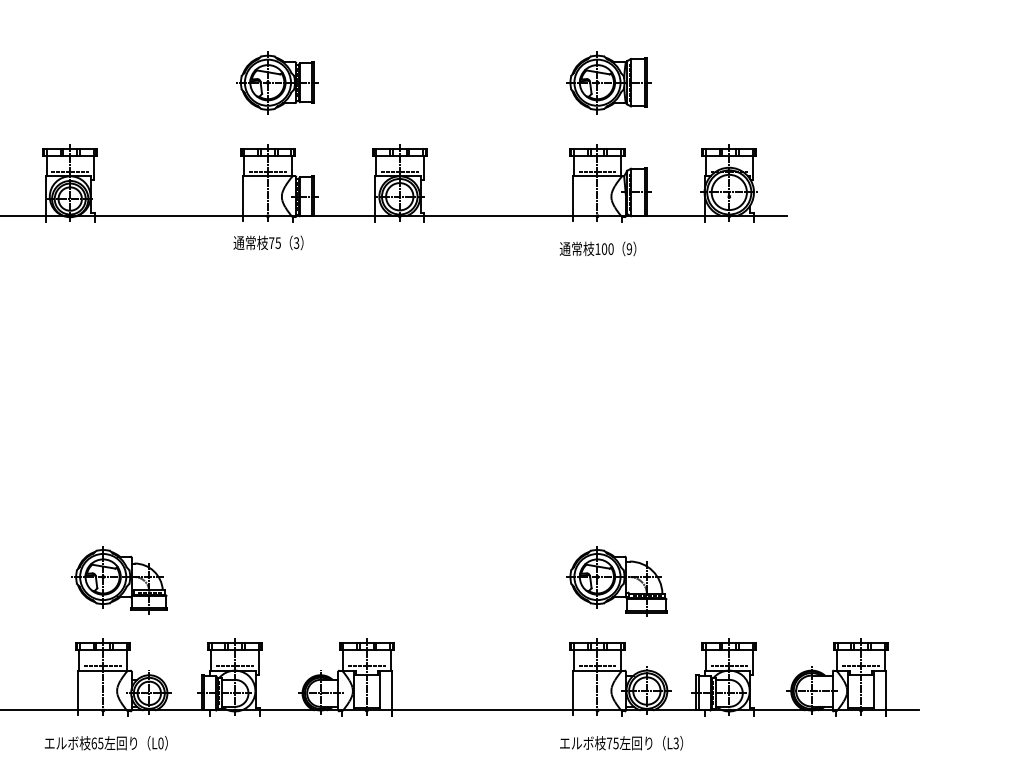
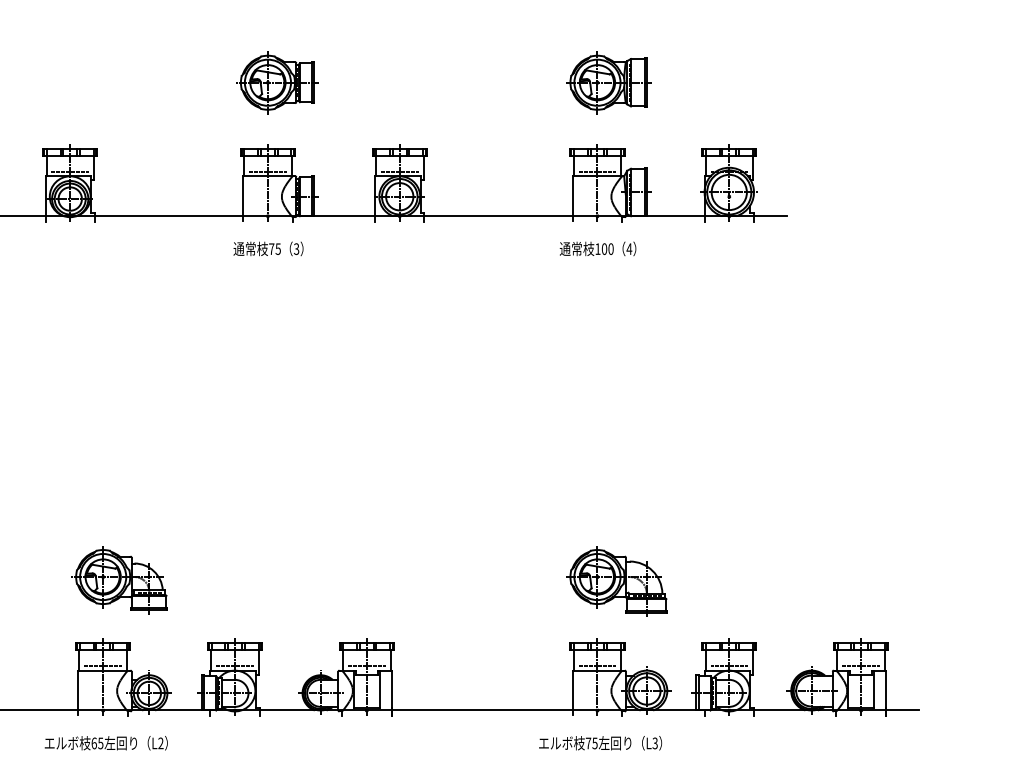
text at (268, 242) position: (268, 242) -> (268, 248)
text at (629, 248): 9 -> 4
text at (160, 743): L0 -> L2
text at (621, 743) position: (621, 743) -> (600, 743)
